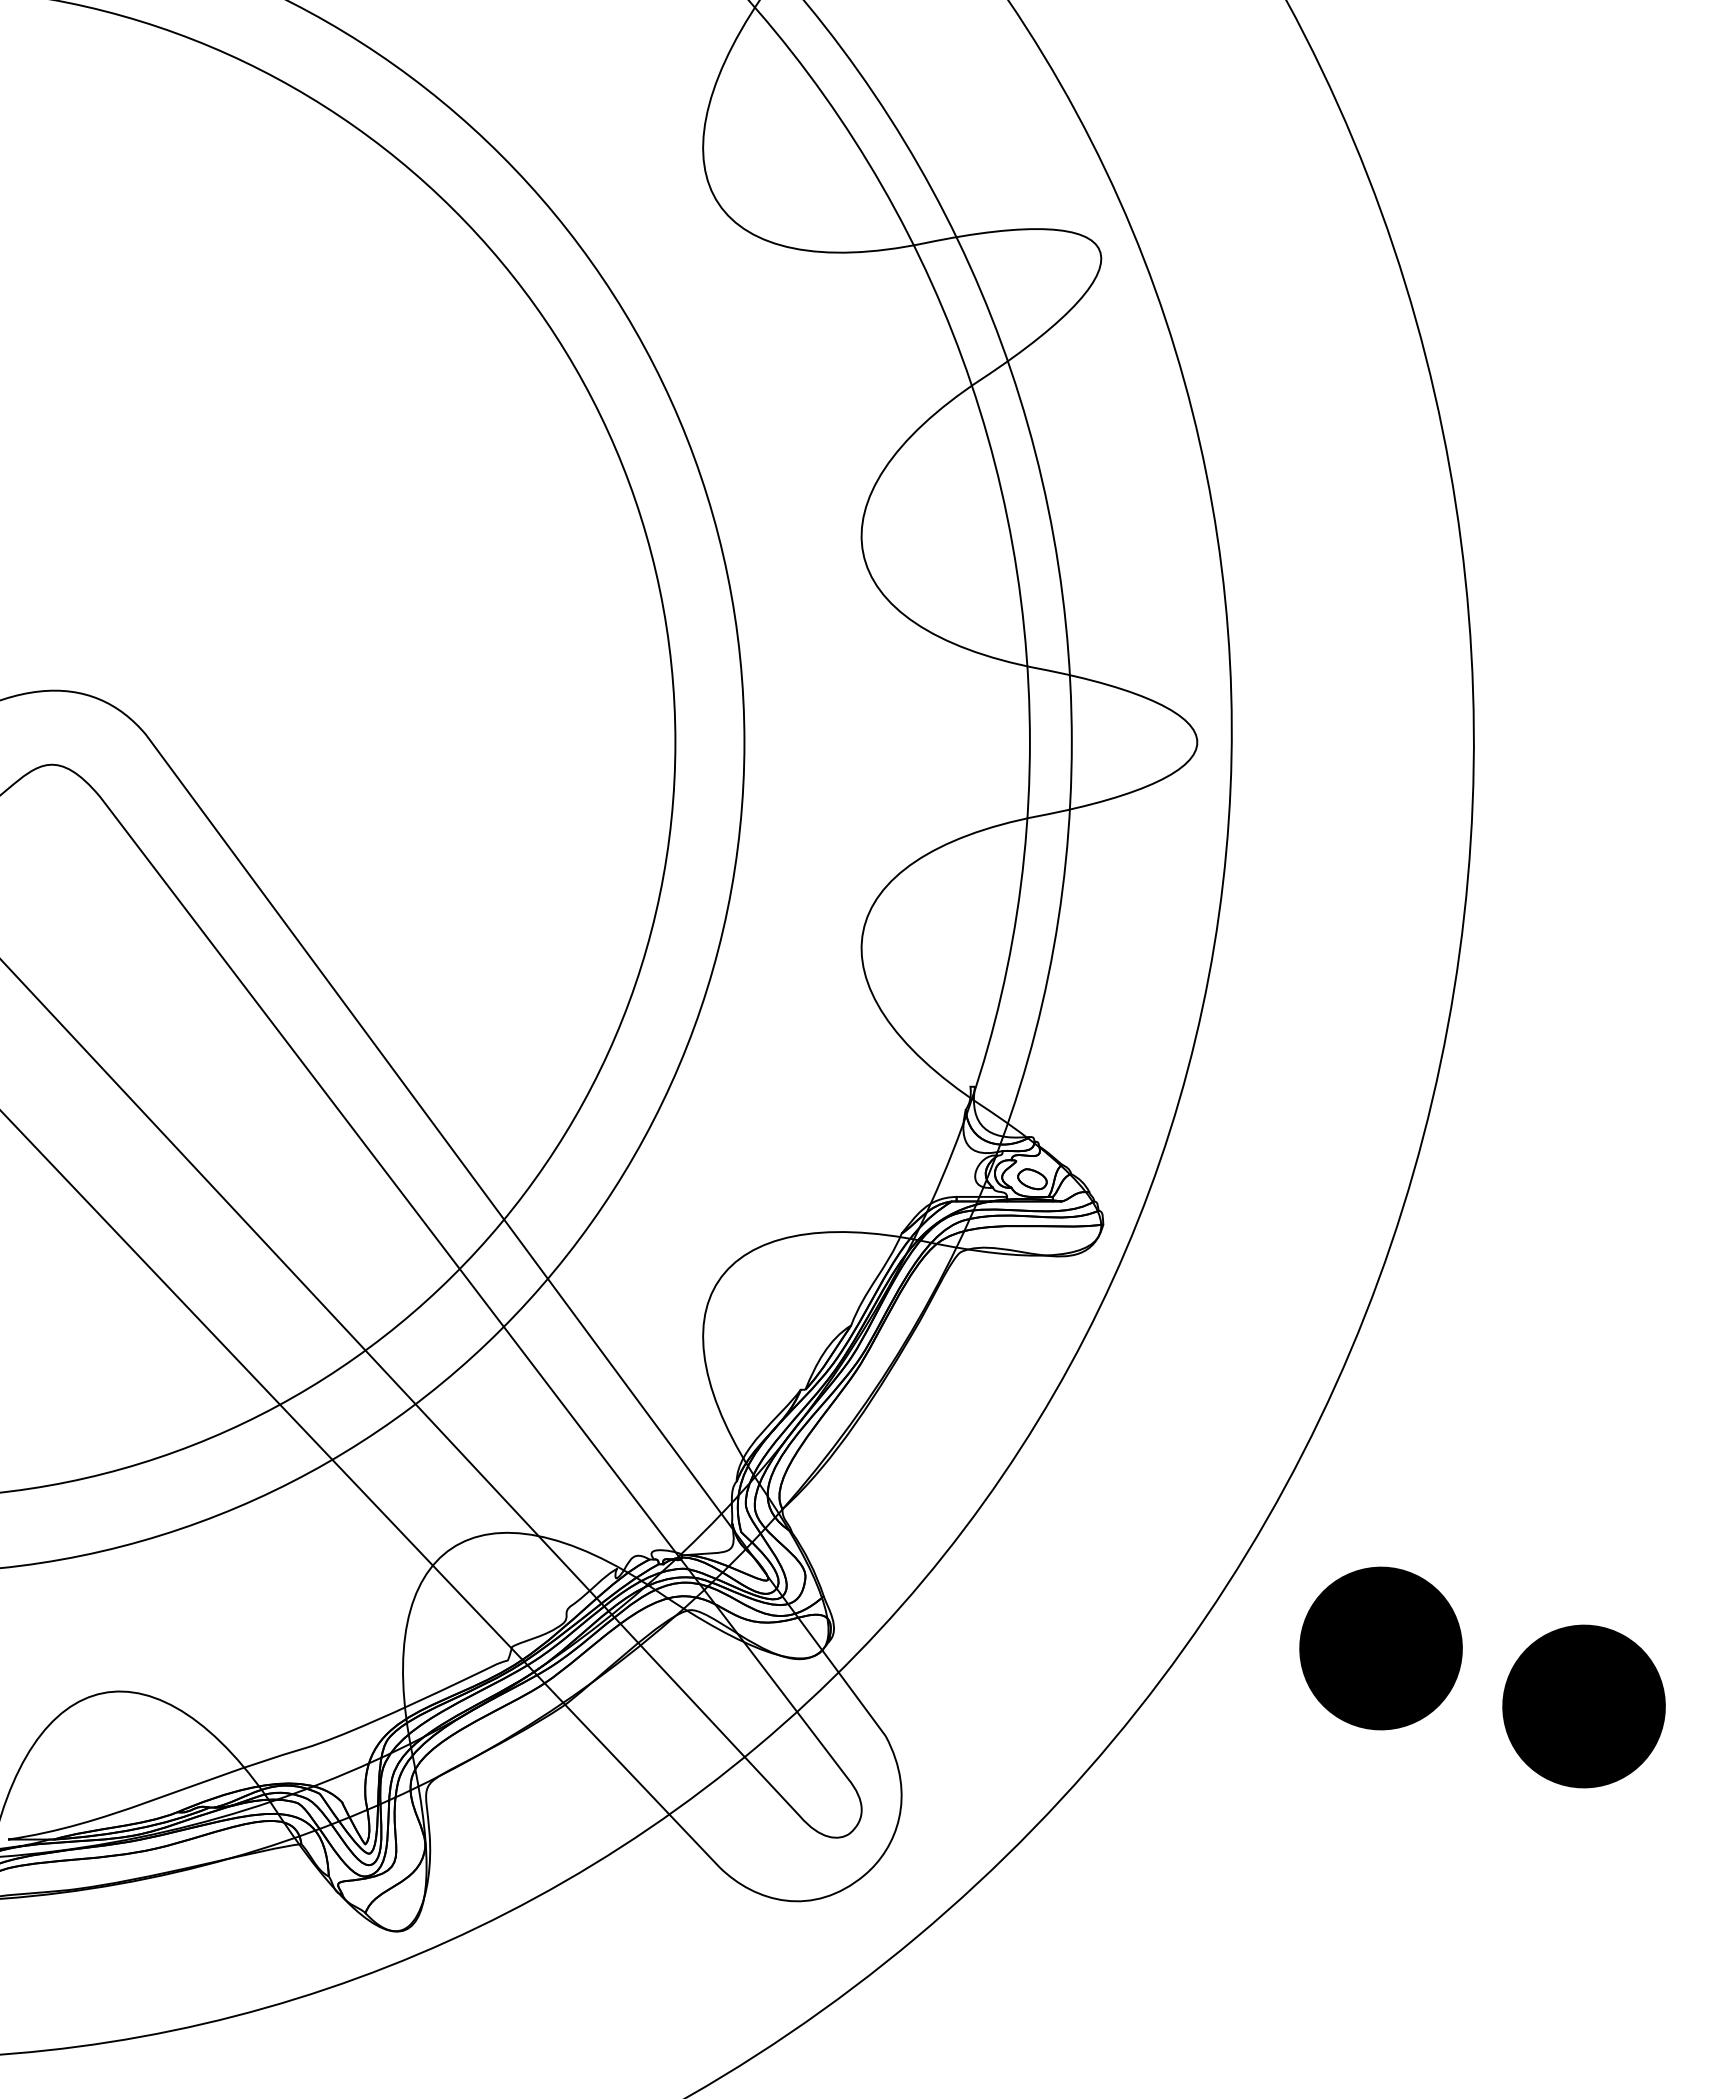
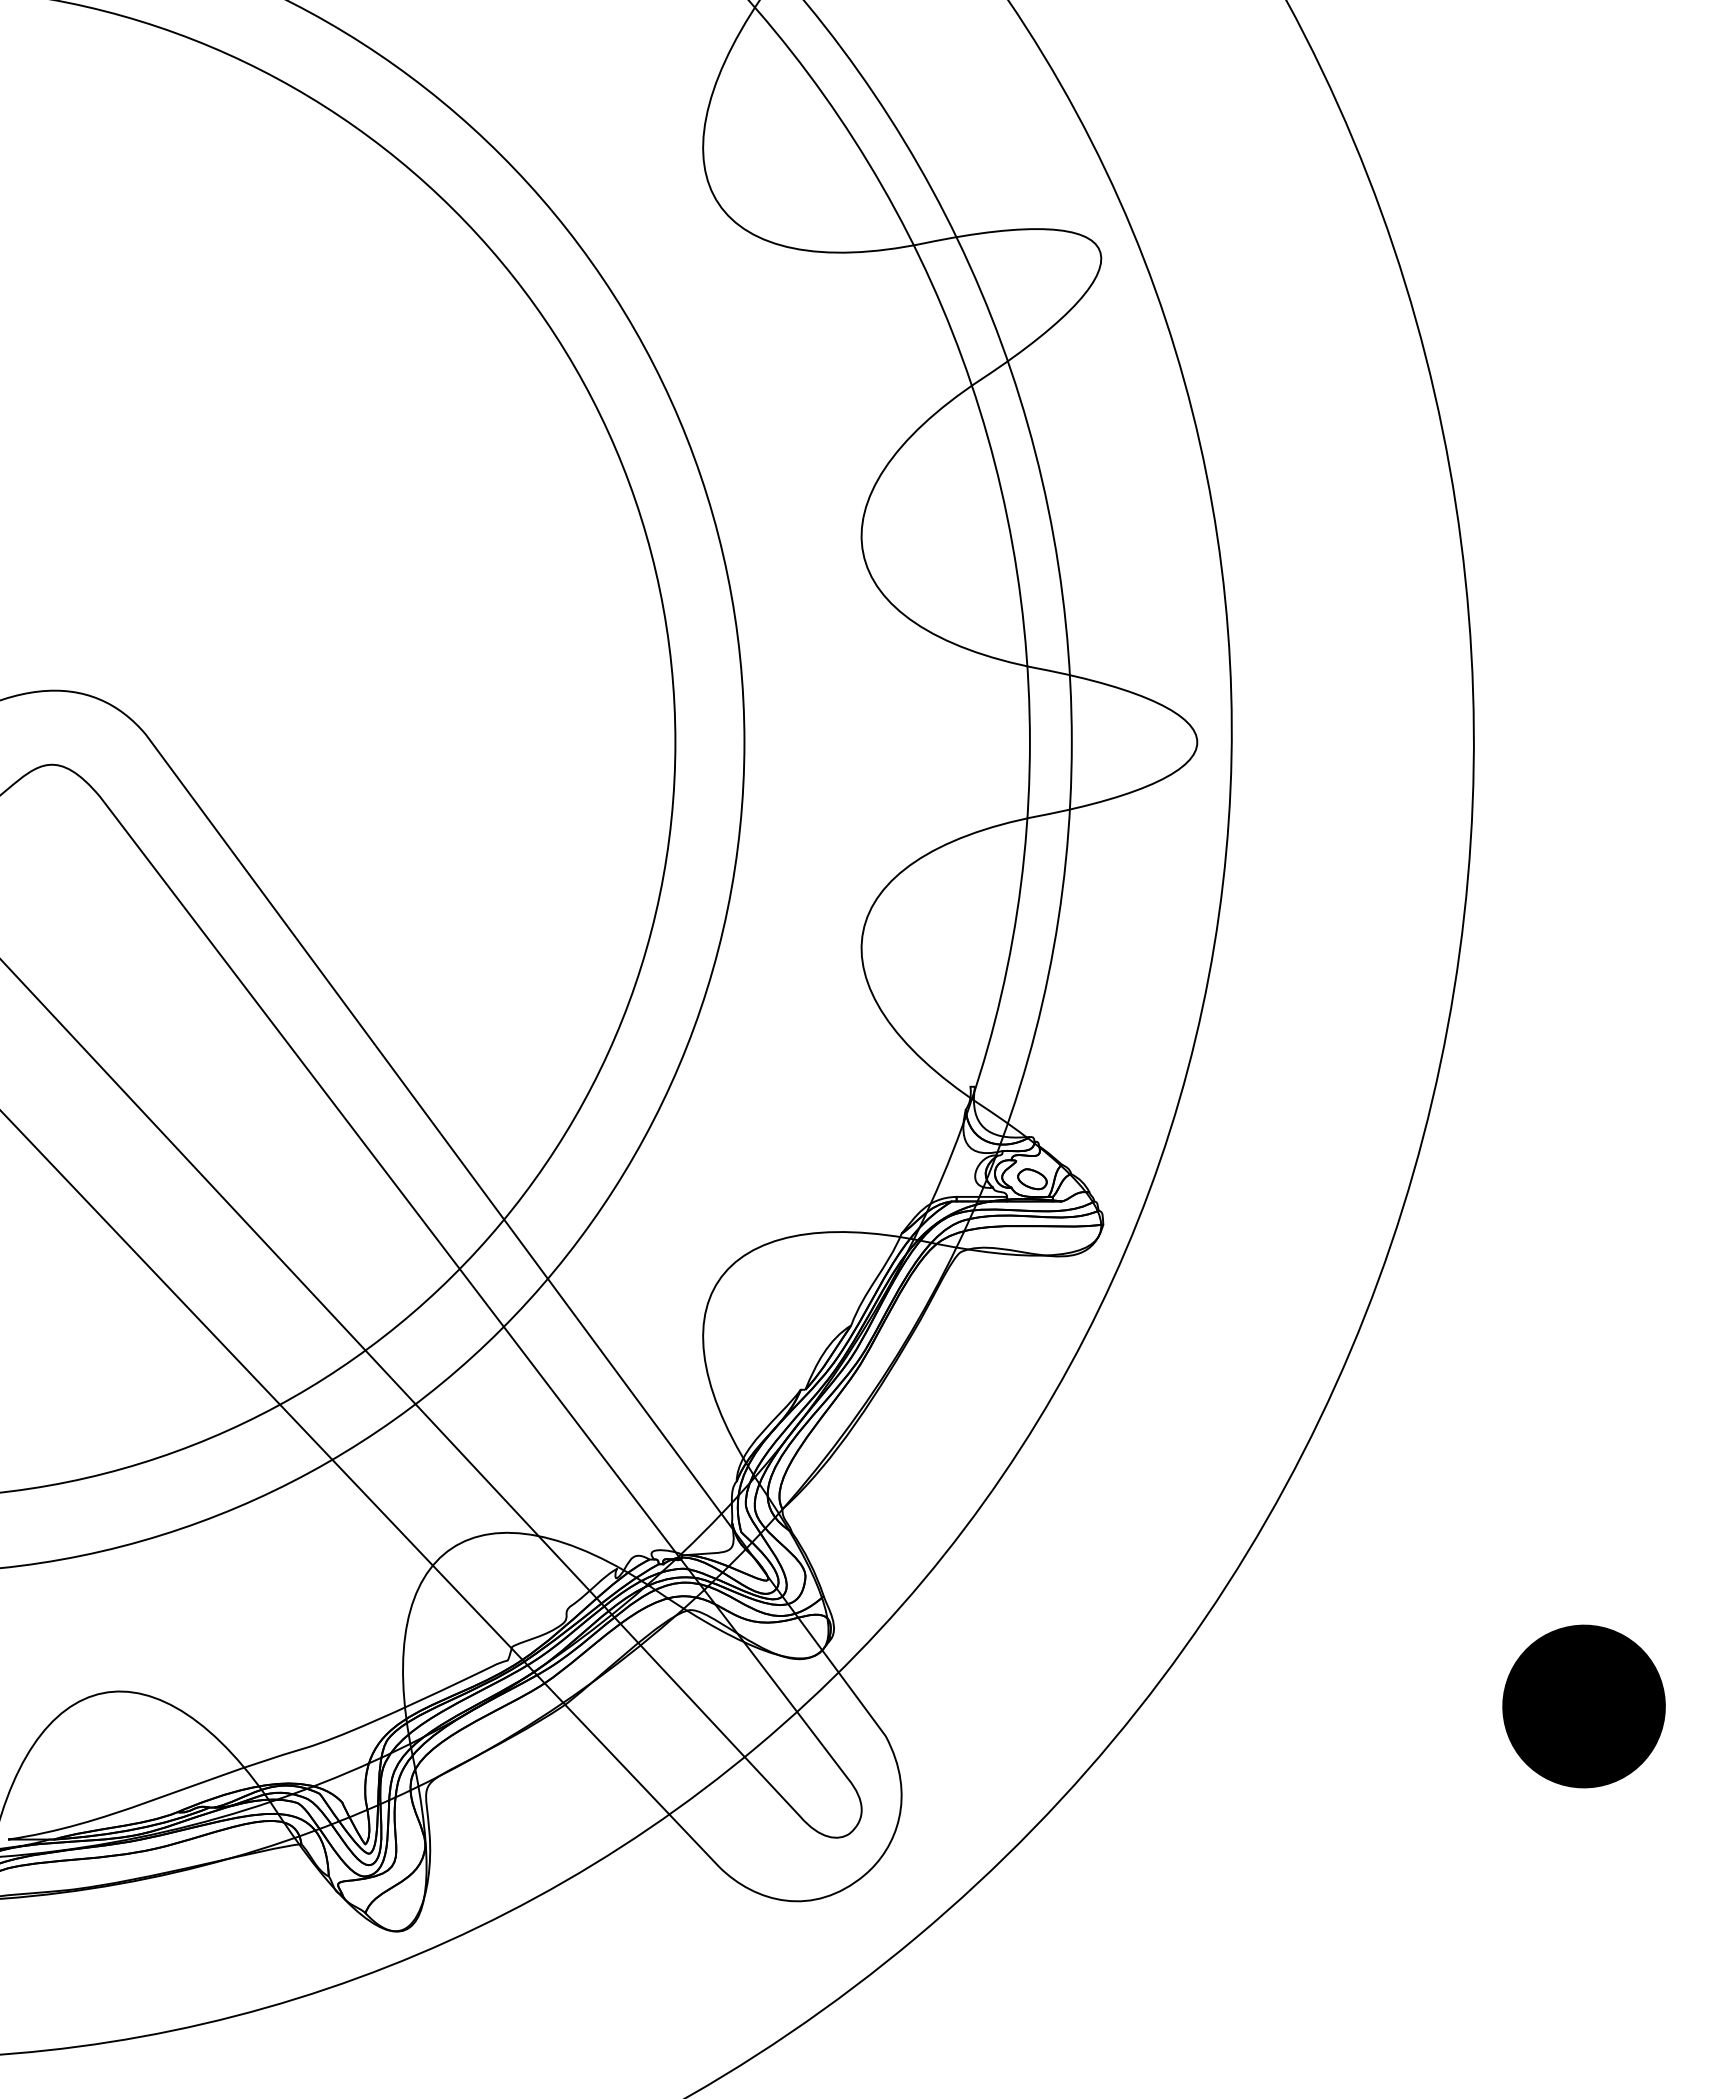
part at (1380, 1648): present -> none
